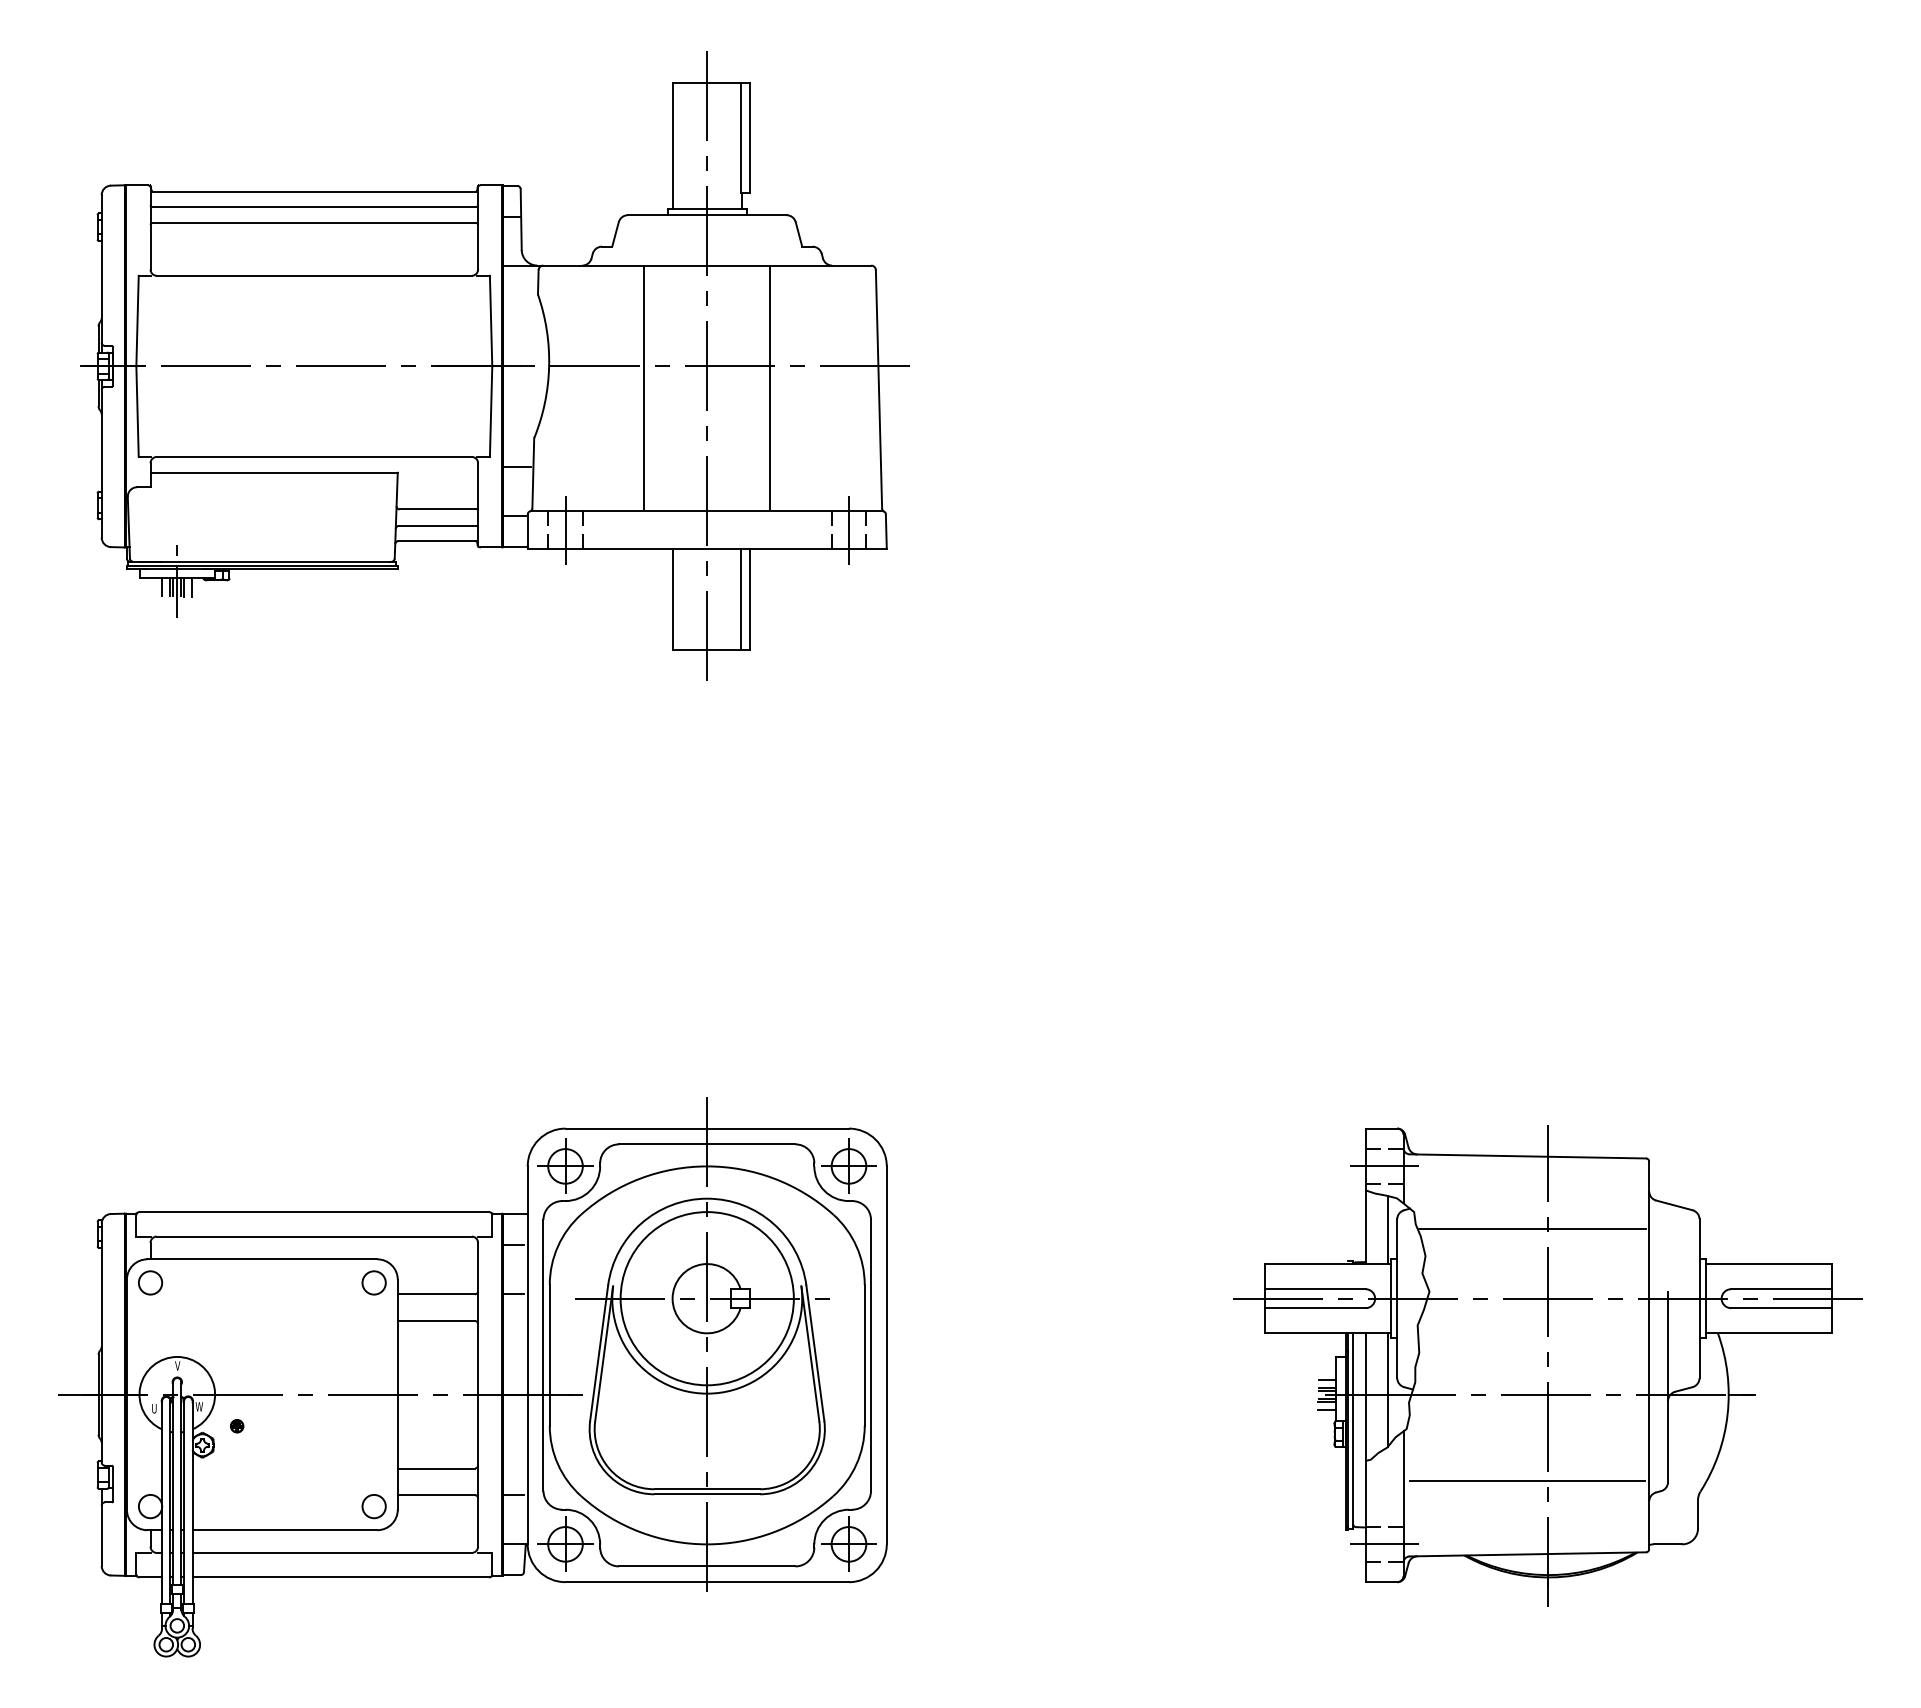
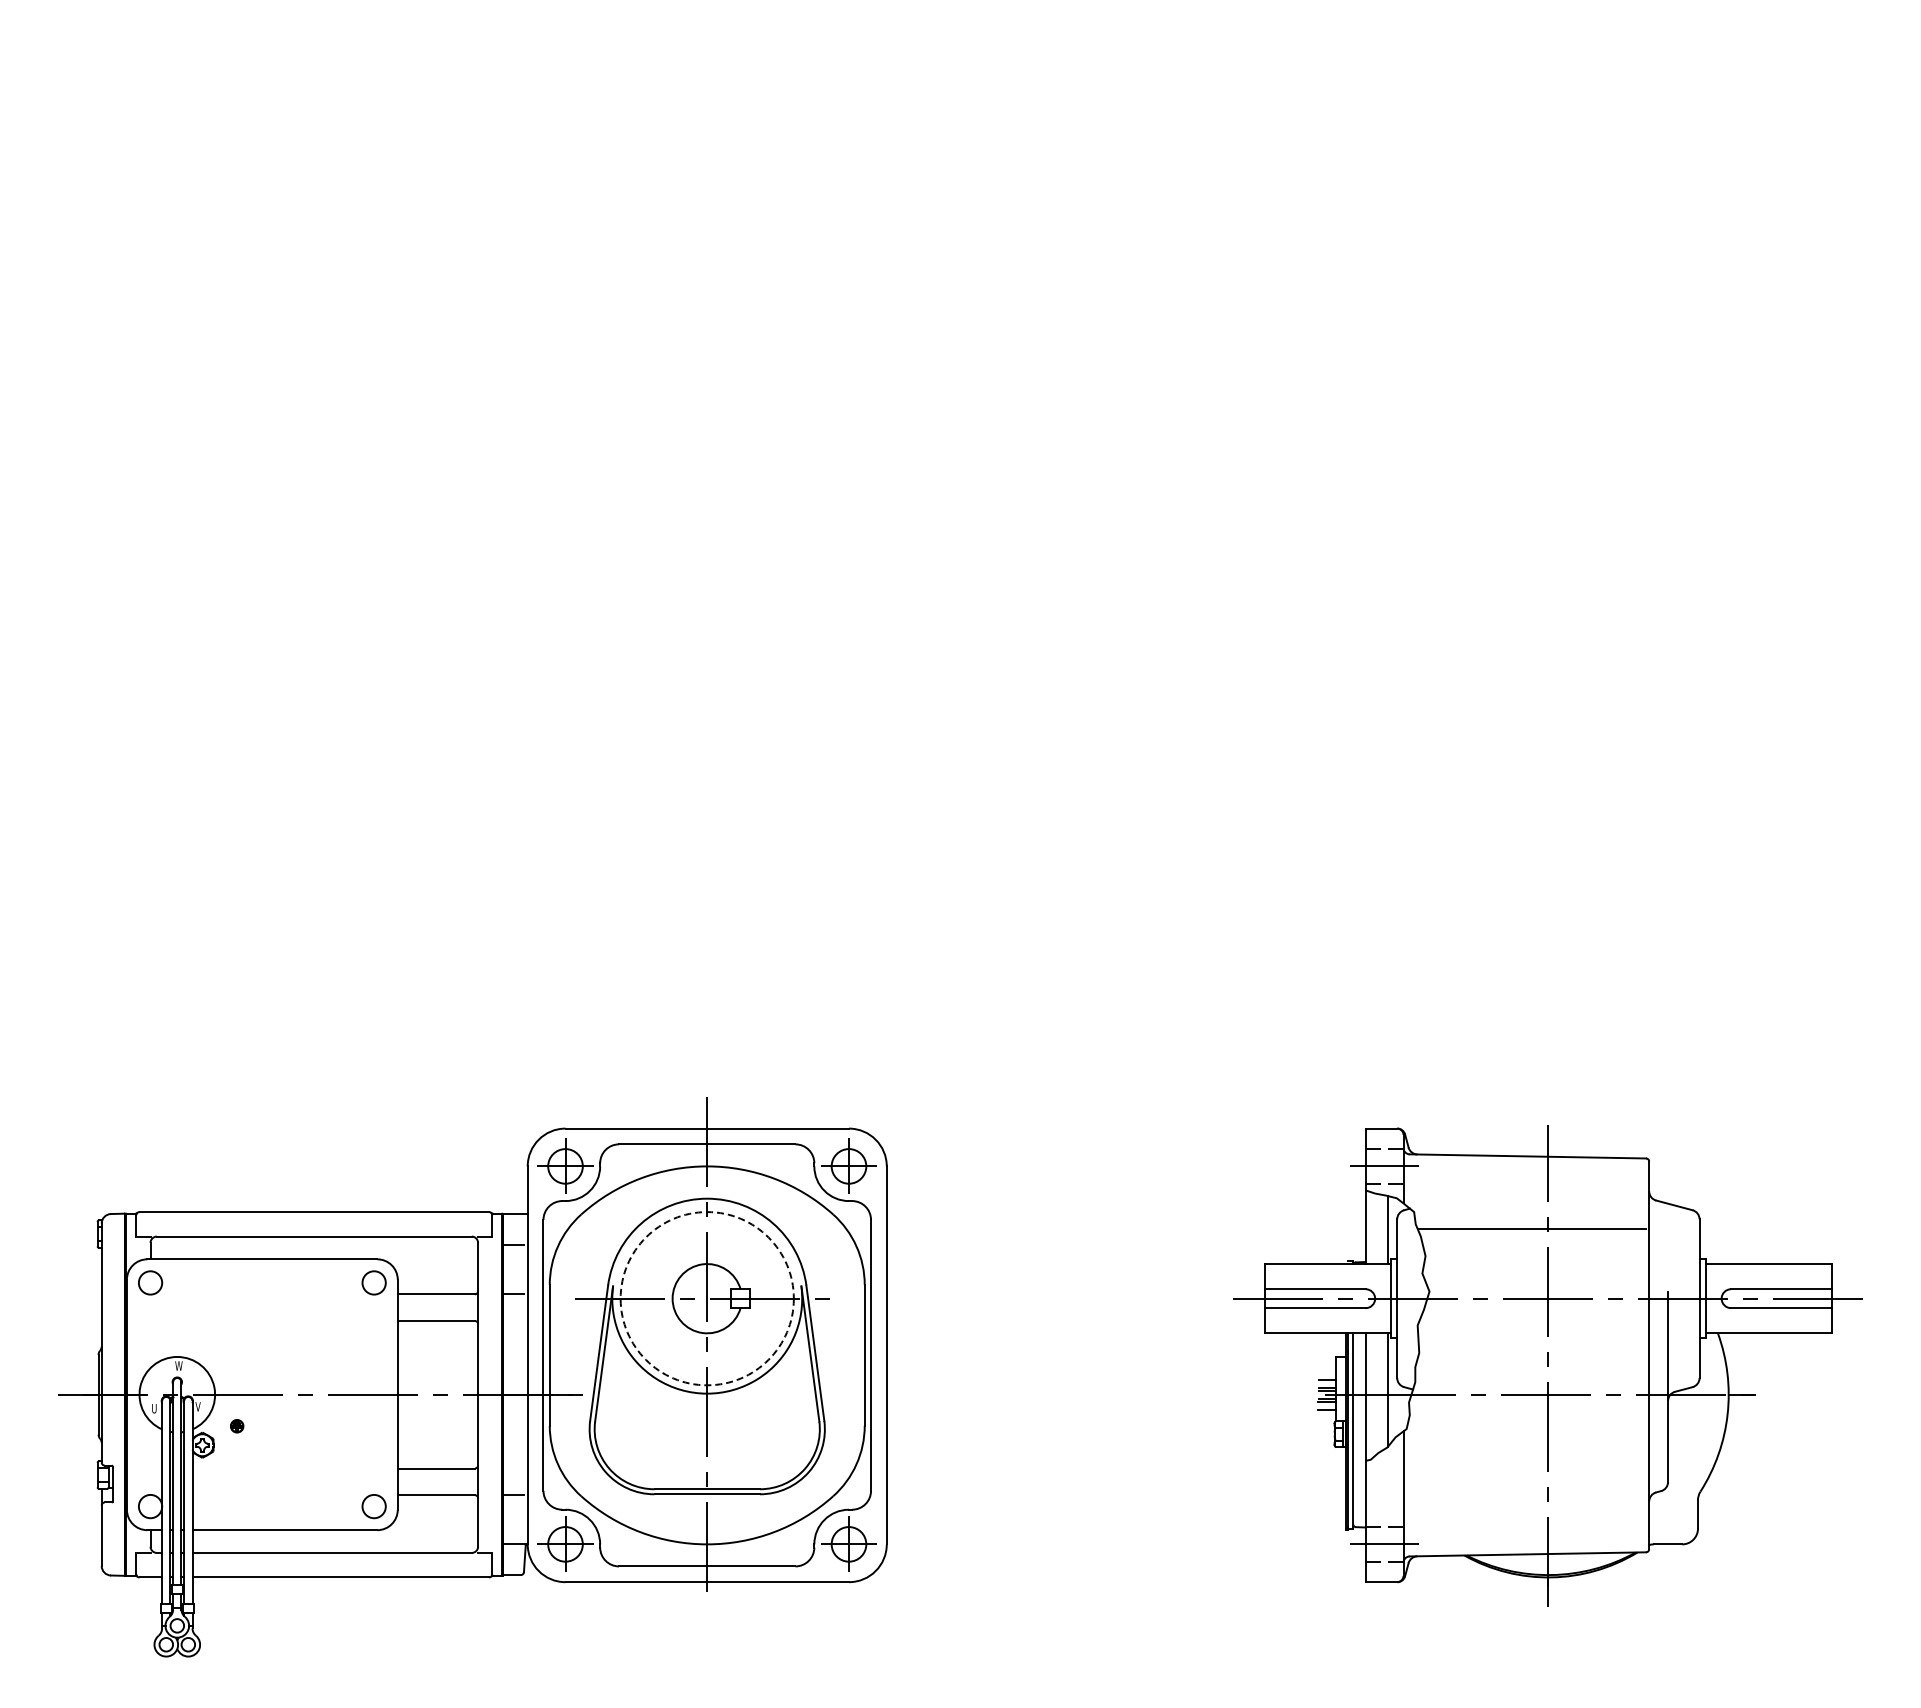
part at (494, 365): present -> none
circle at (706, 1298): solid -> dashed
text at (178, 1365): V -> W
text at (198, 1406): W -> V
line at (1526, 1481): present -> none
